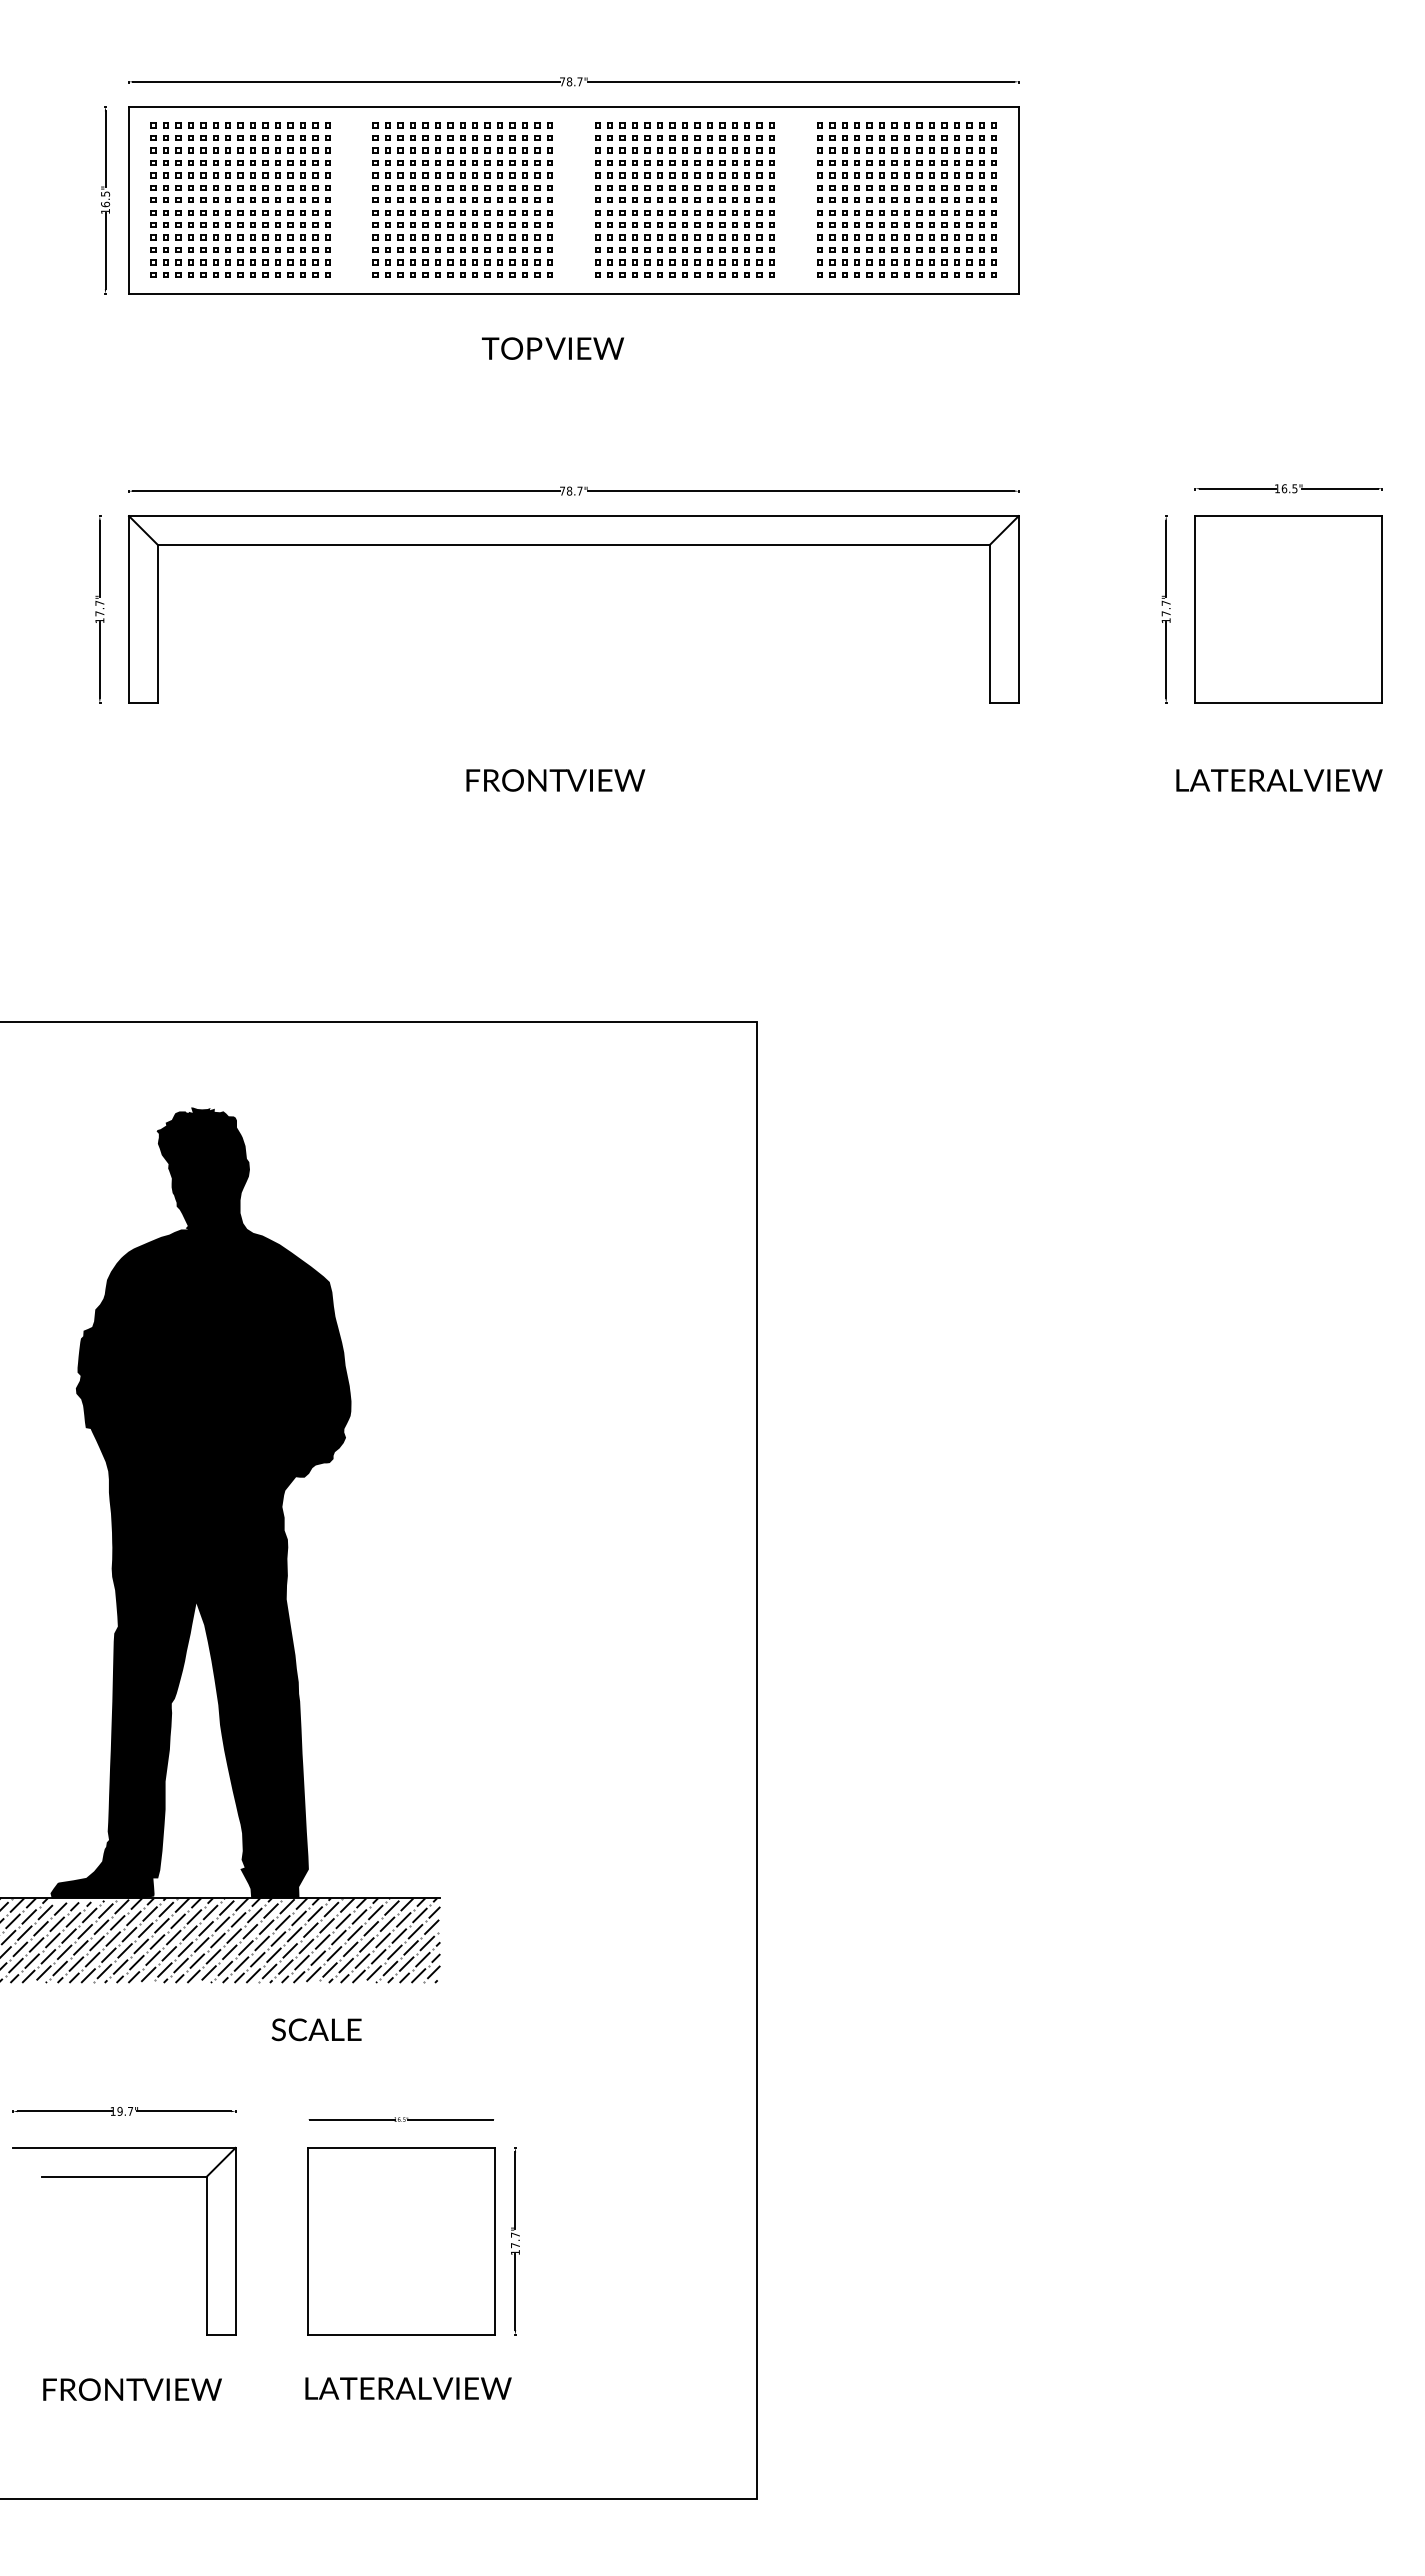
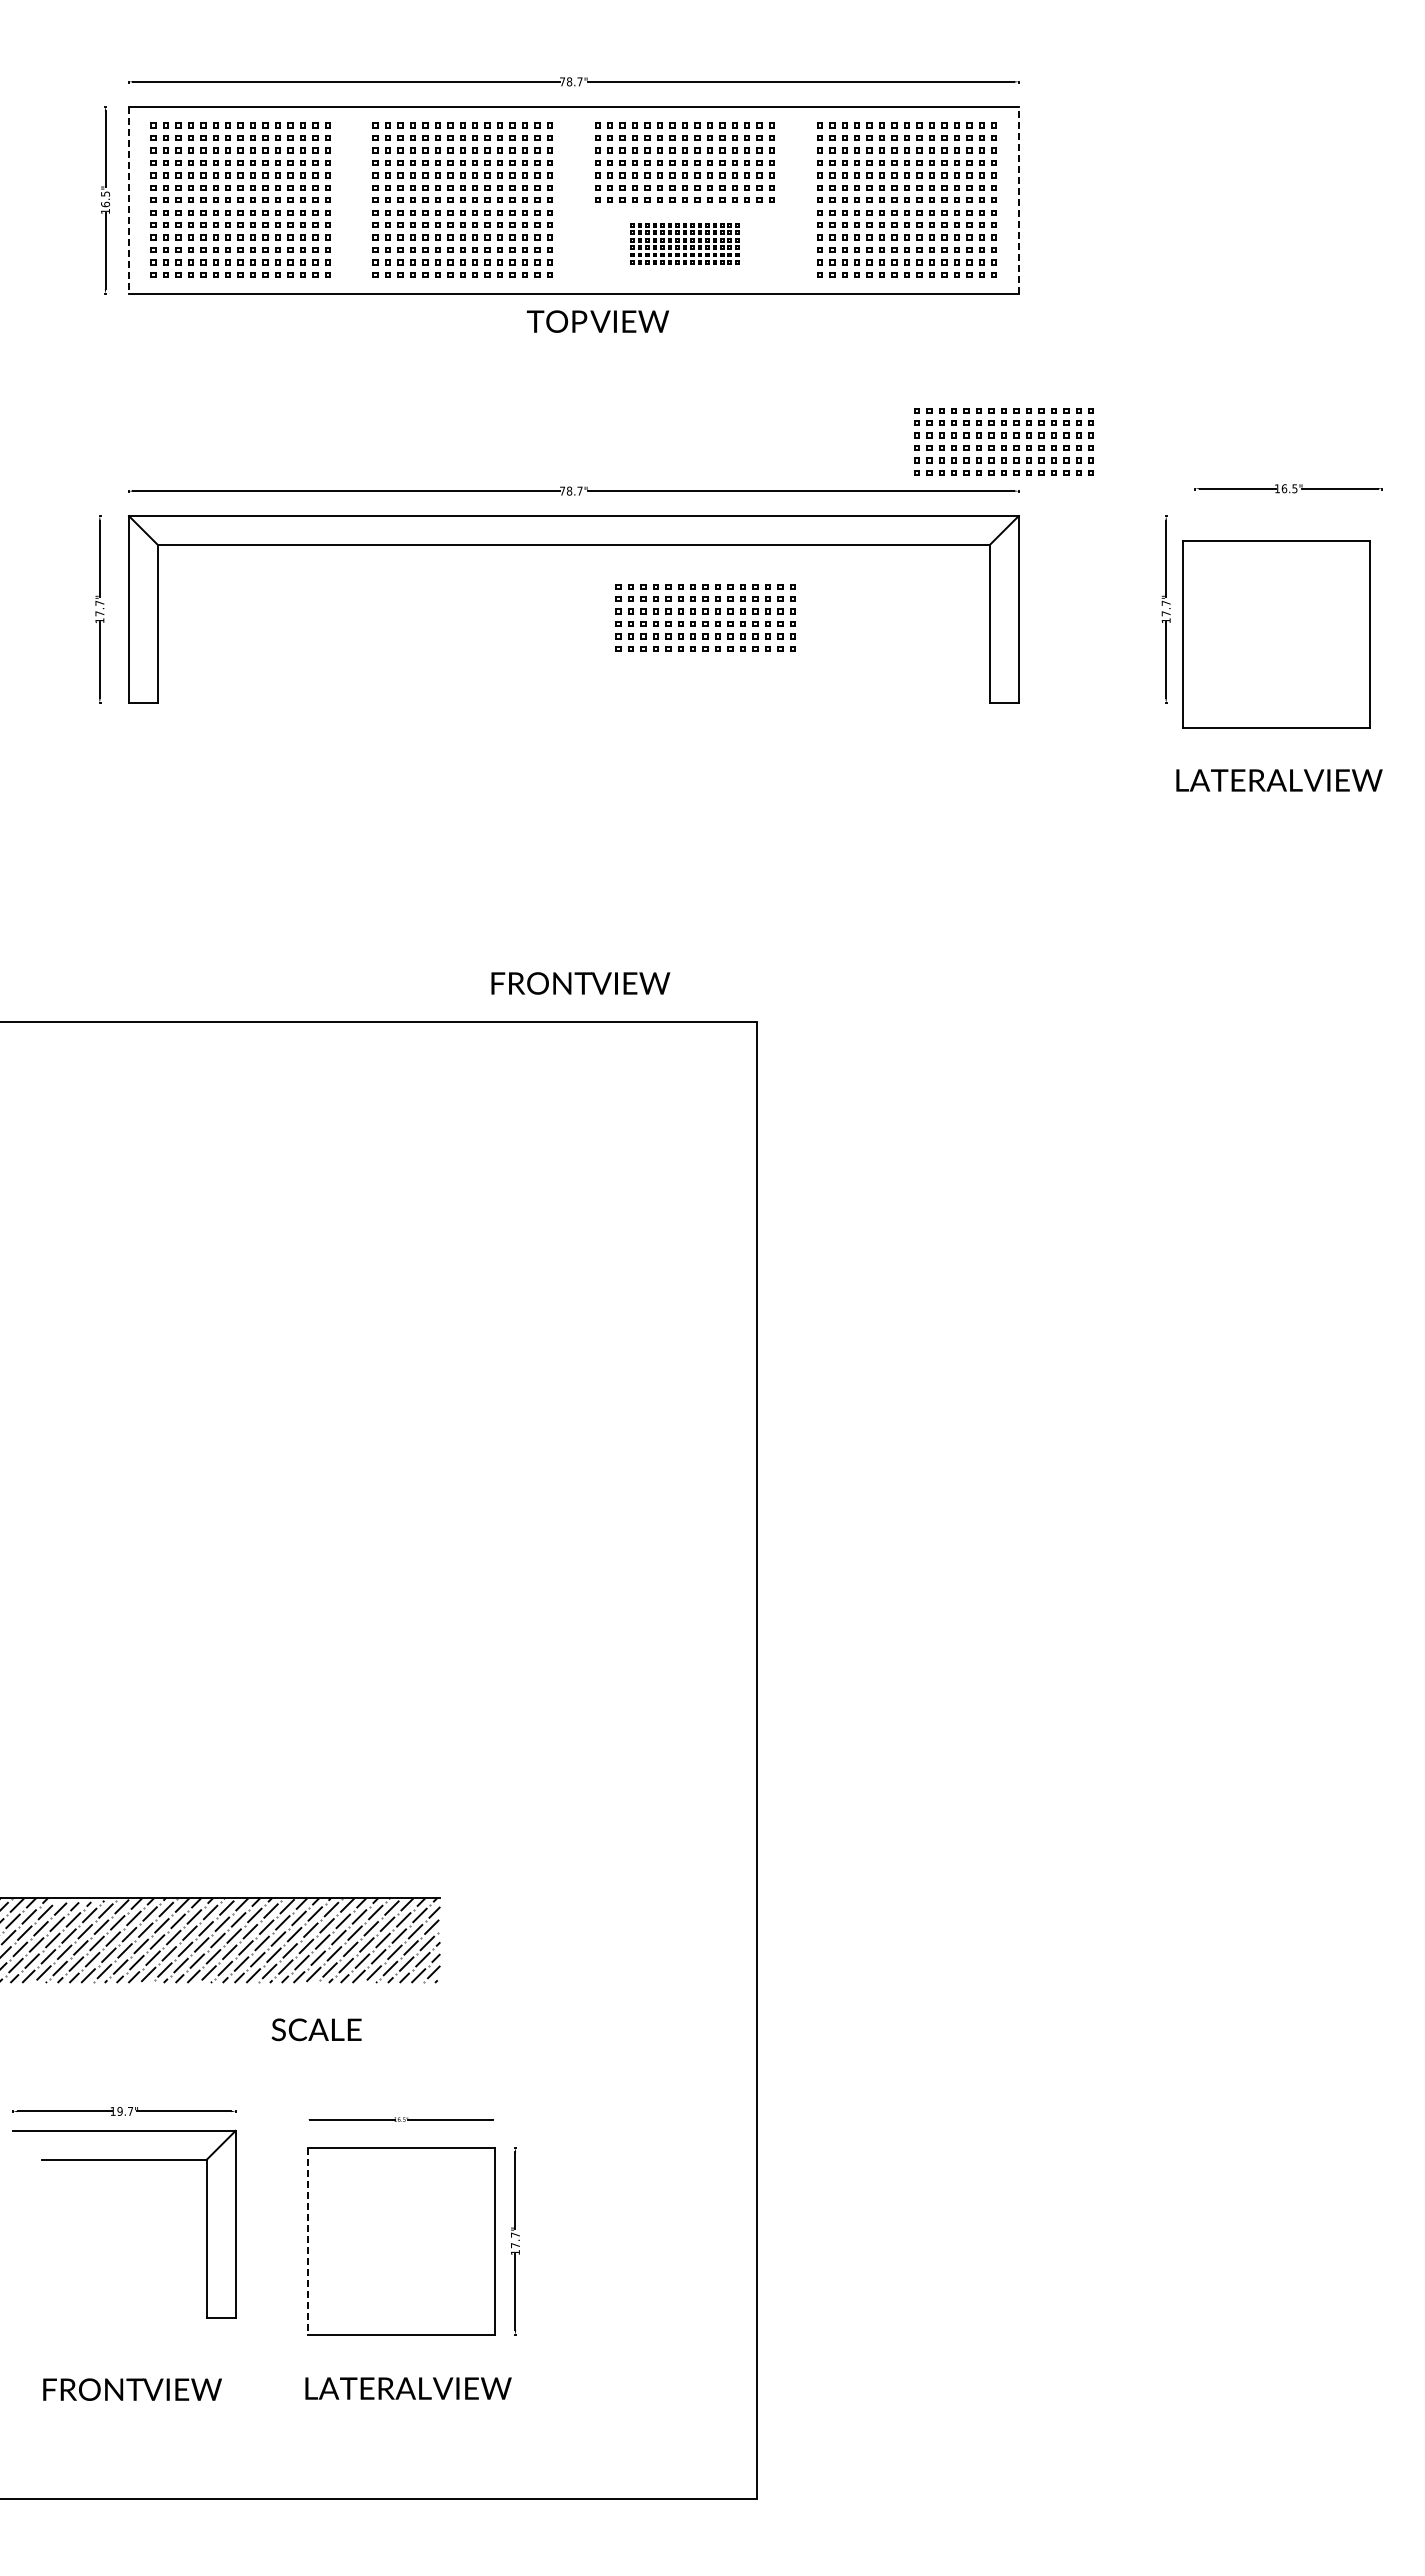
line at (1018, 199): solid -> dashed
line at (129, 200): solid -> dashed
part at (684, 243) size: 180x68 px -> 110x42 px
text at (553, 348) position: (553, 348) -> (598, 321)
part at (1003, 441): none -> present
part at (1288, 609) position: (1288, 609) -> (1276, 634)
part at (705, 617): none -> present
text at (555, 780) position: (555, 780) -> (580, 983)
fill at (200, 1502): present -> none
part at (124, 2177) position: (124, 2177) -> (124, 2160)
line at (307, 2241): solid -> dashed
